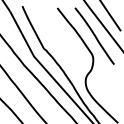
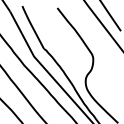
curve at (94, 35): present -> none
